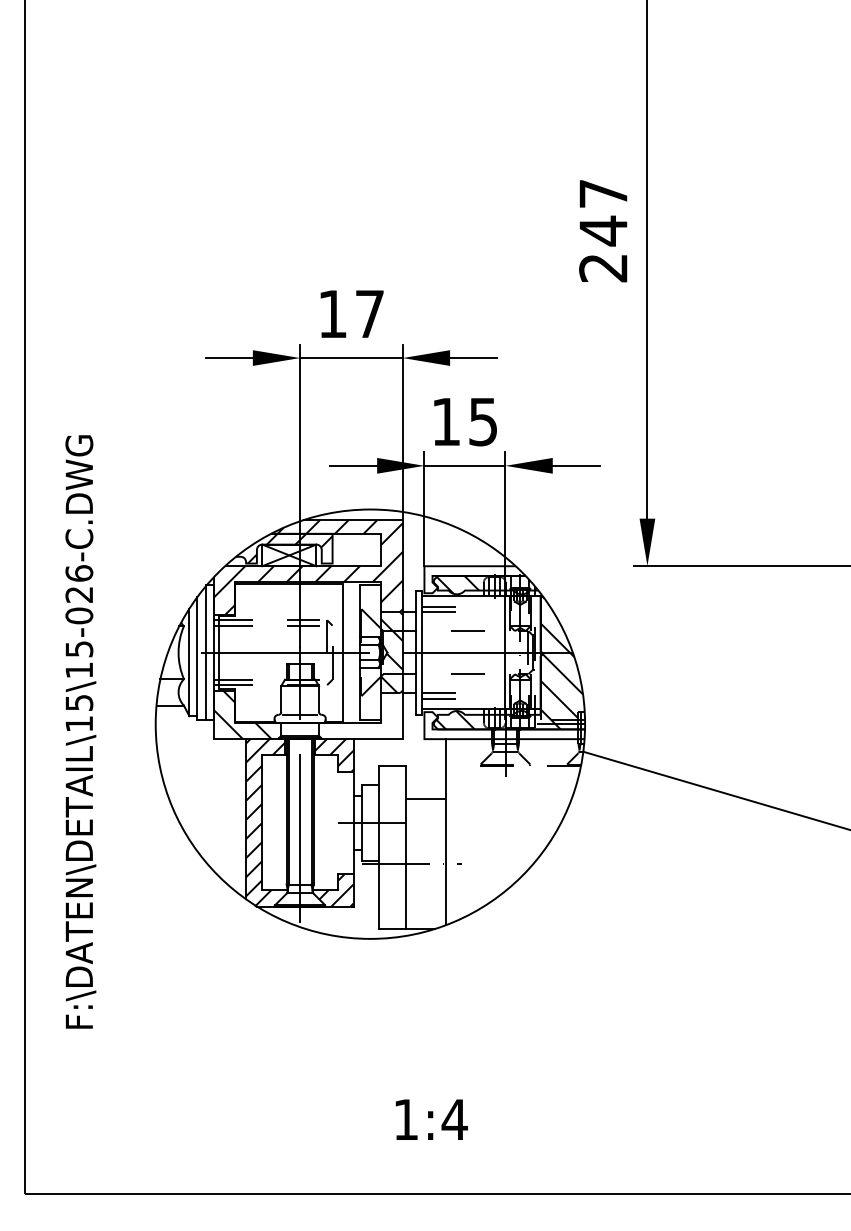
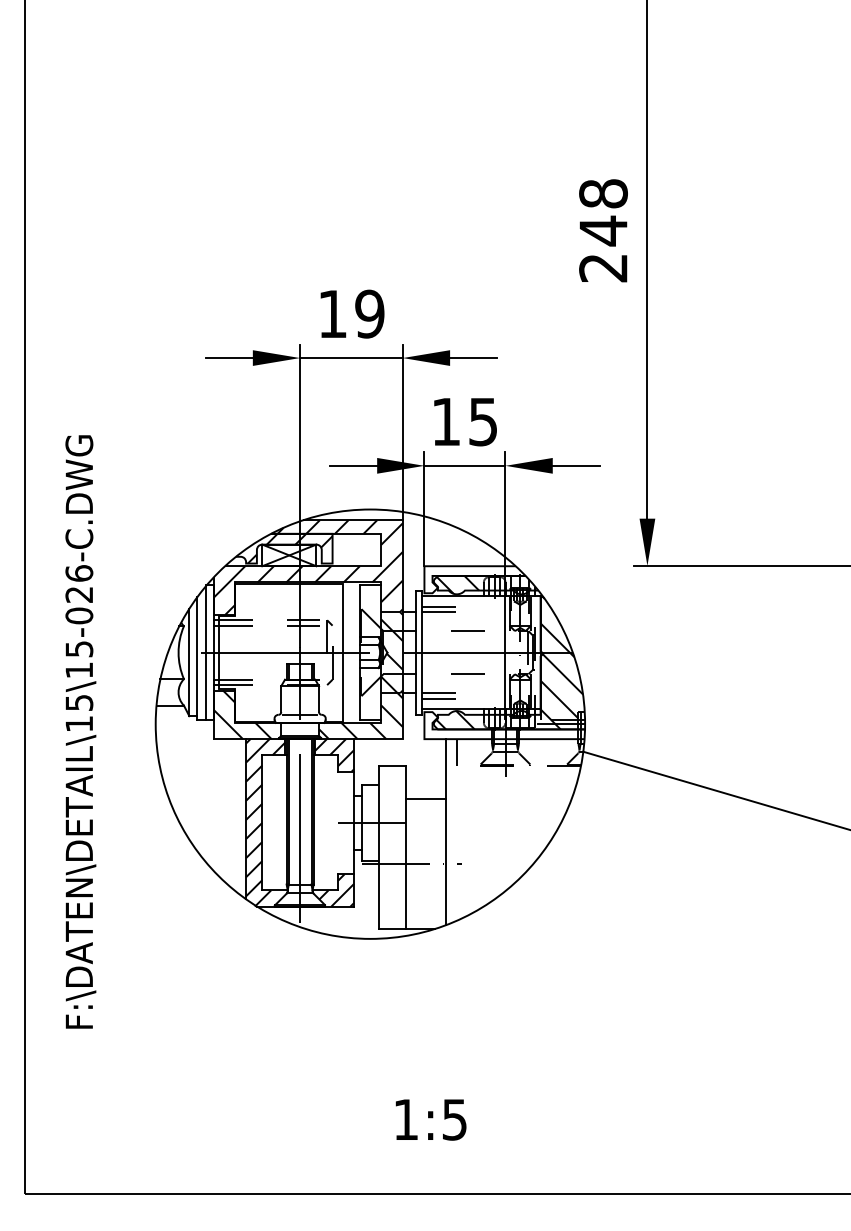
text at (603, 193): 247 -> 248
text at (369, 313): 17 -> 19
hatch at (360, 716): none -> present
line at (456, 752): none -> present
text at (454, 1119): 1:4 -> 1:5
